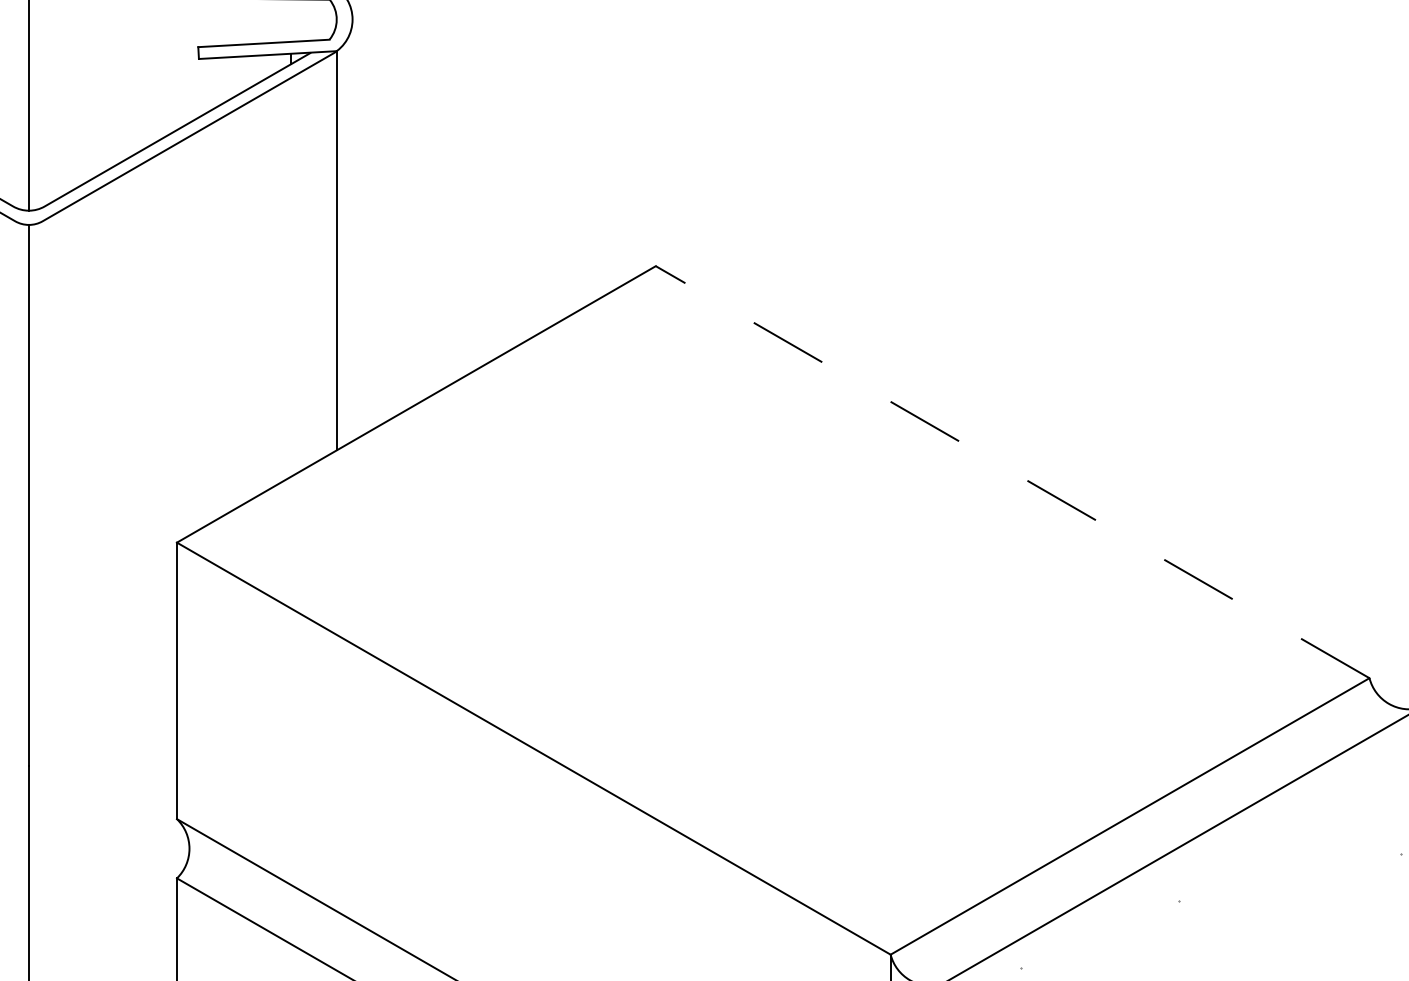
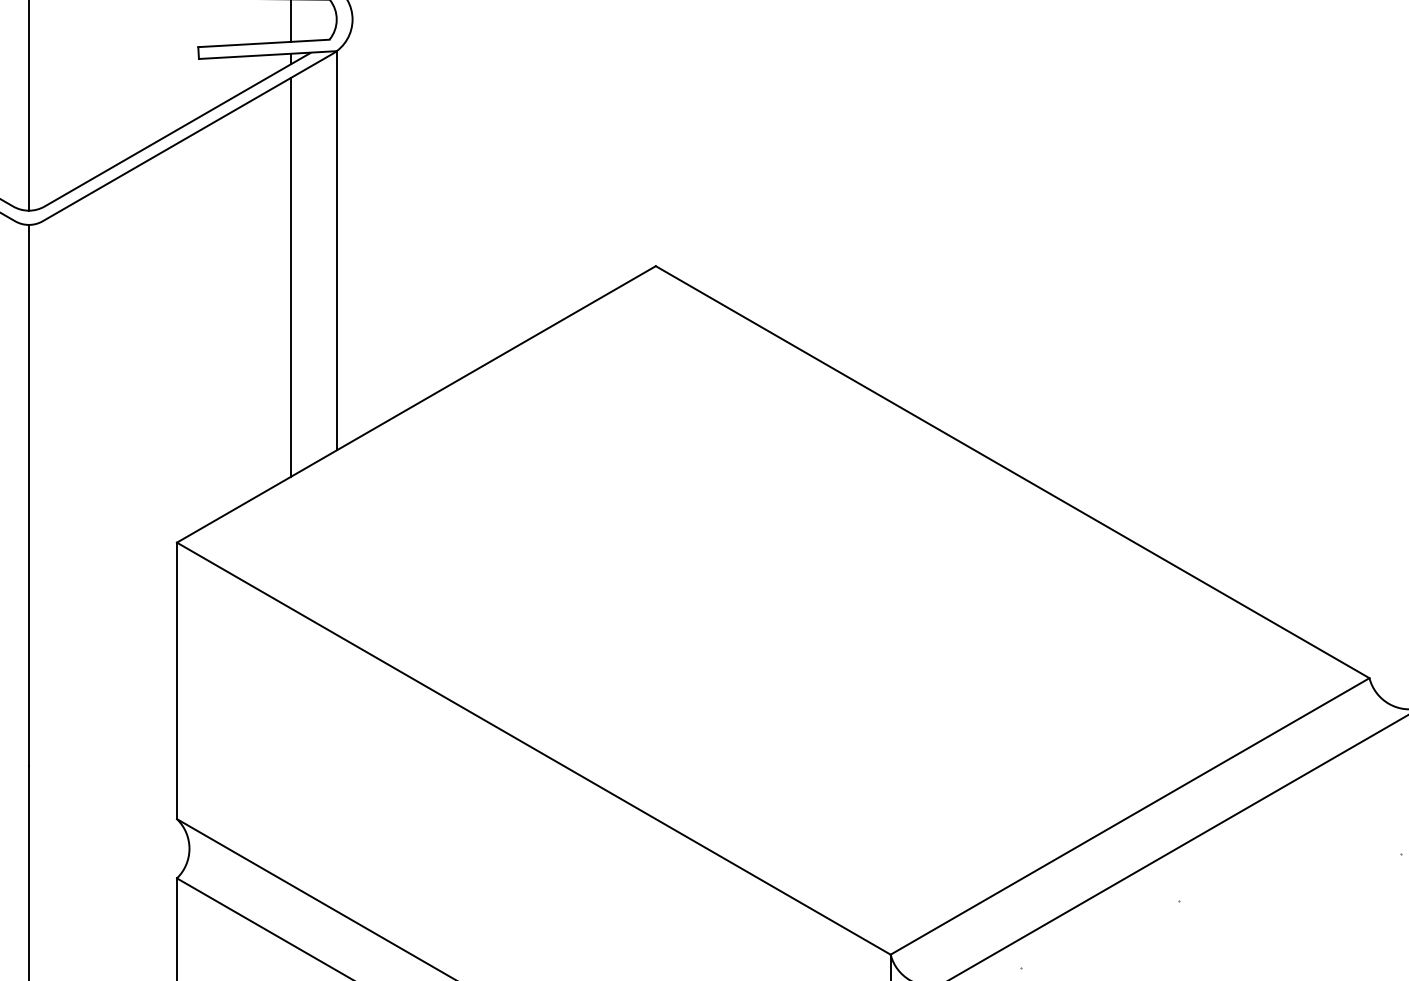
line at (290, 21): none -> present
line at (290, 277): none -> present
line at (1012, 471): dashed -> solid
